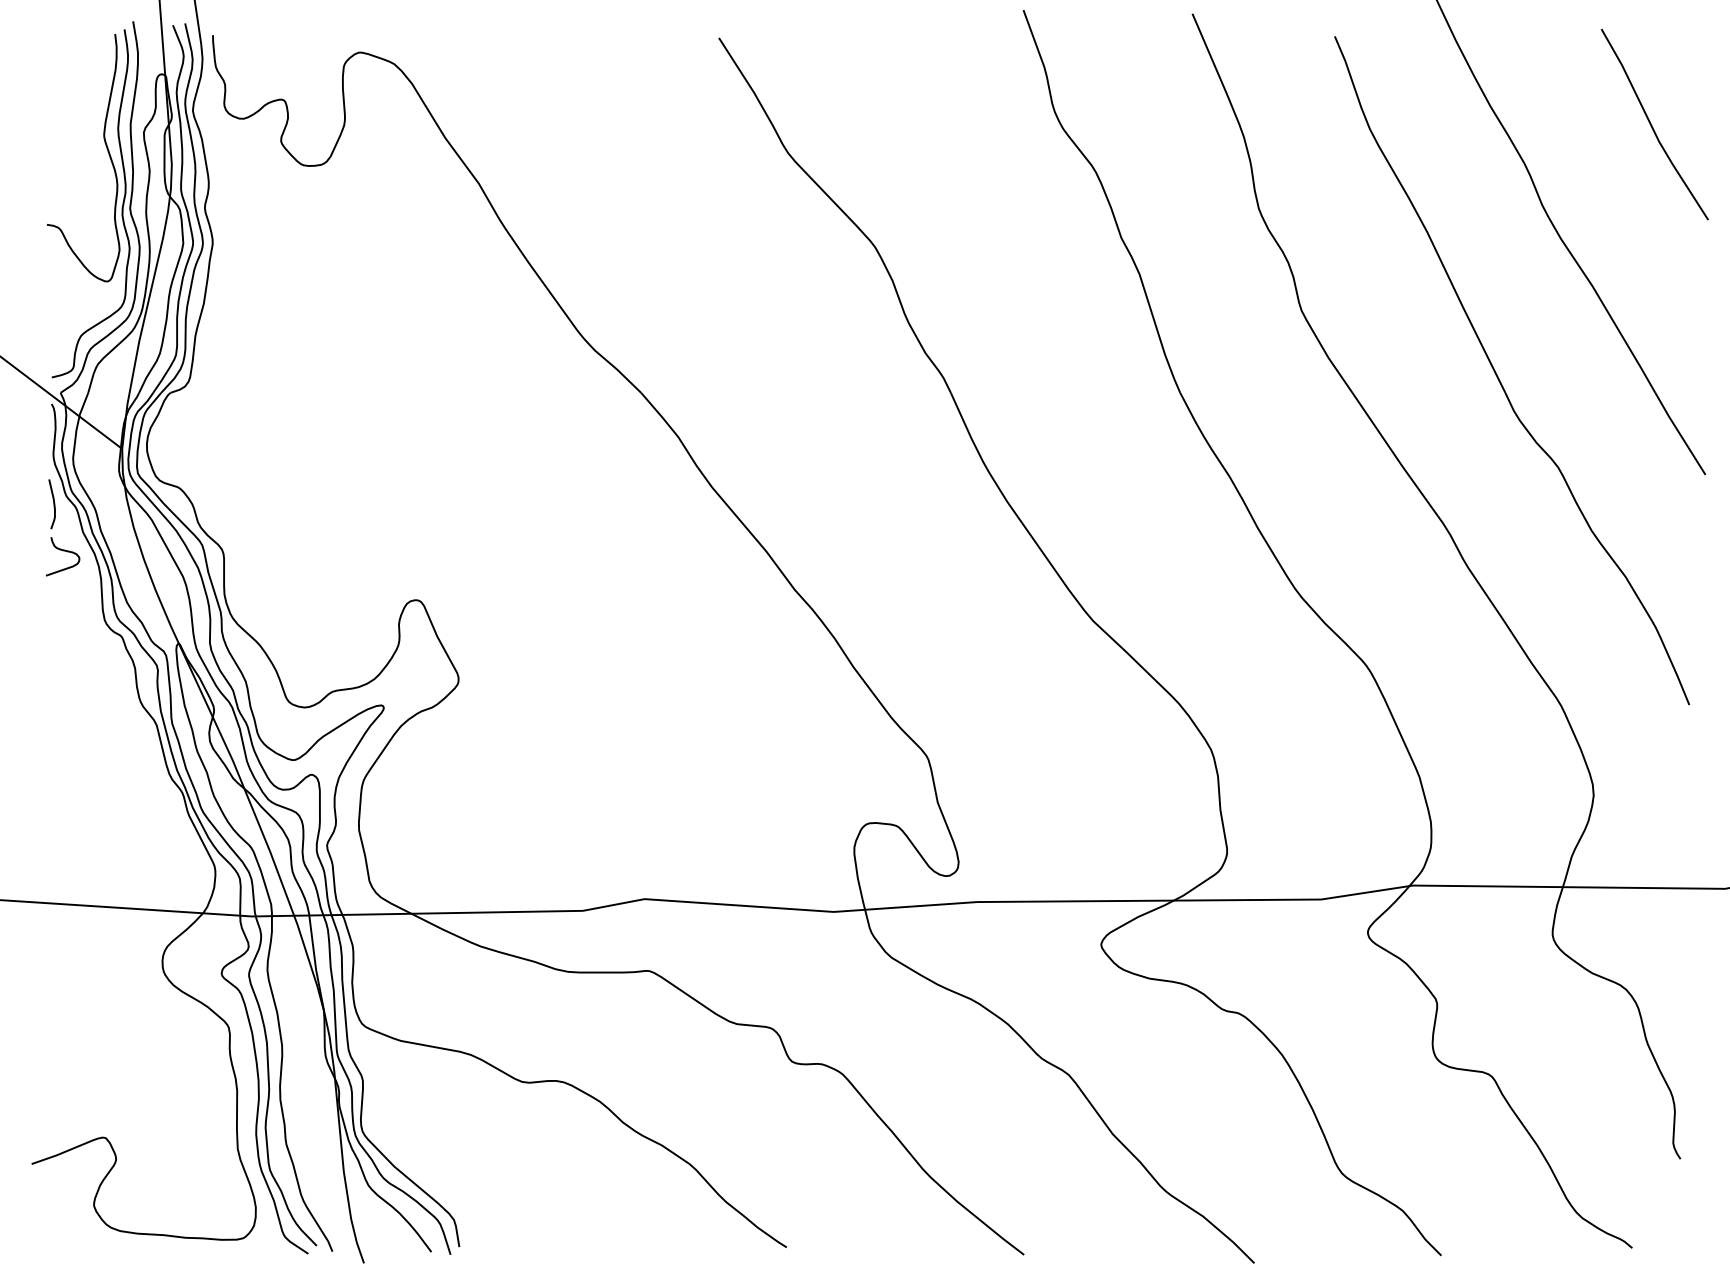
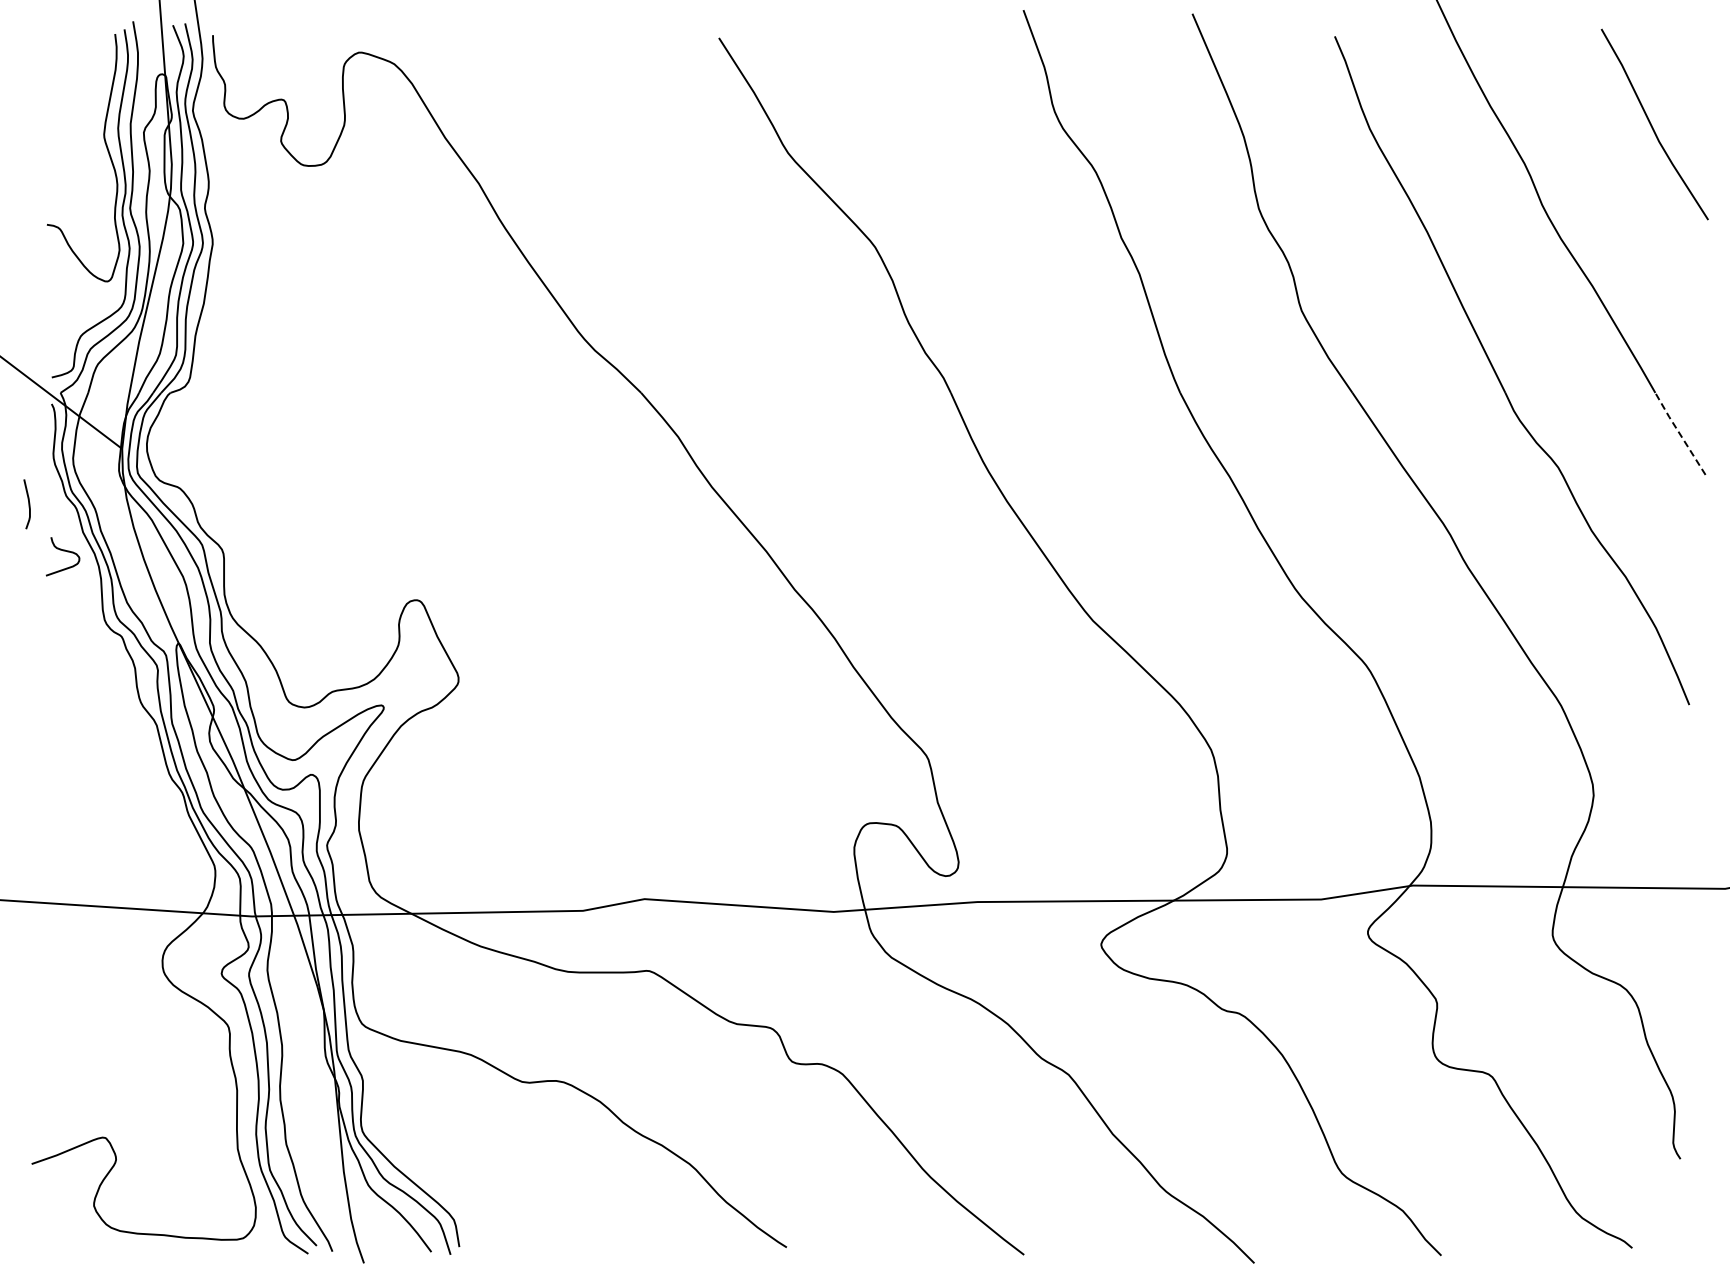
line at (1679, 433): solid -> dashed
curve at (53, 504) position: (53, 504) -> (28, 504)
